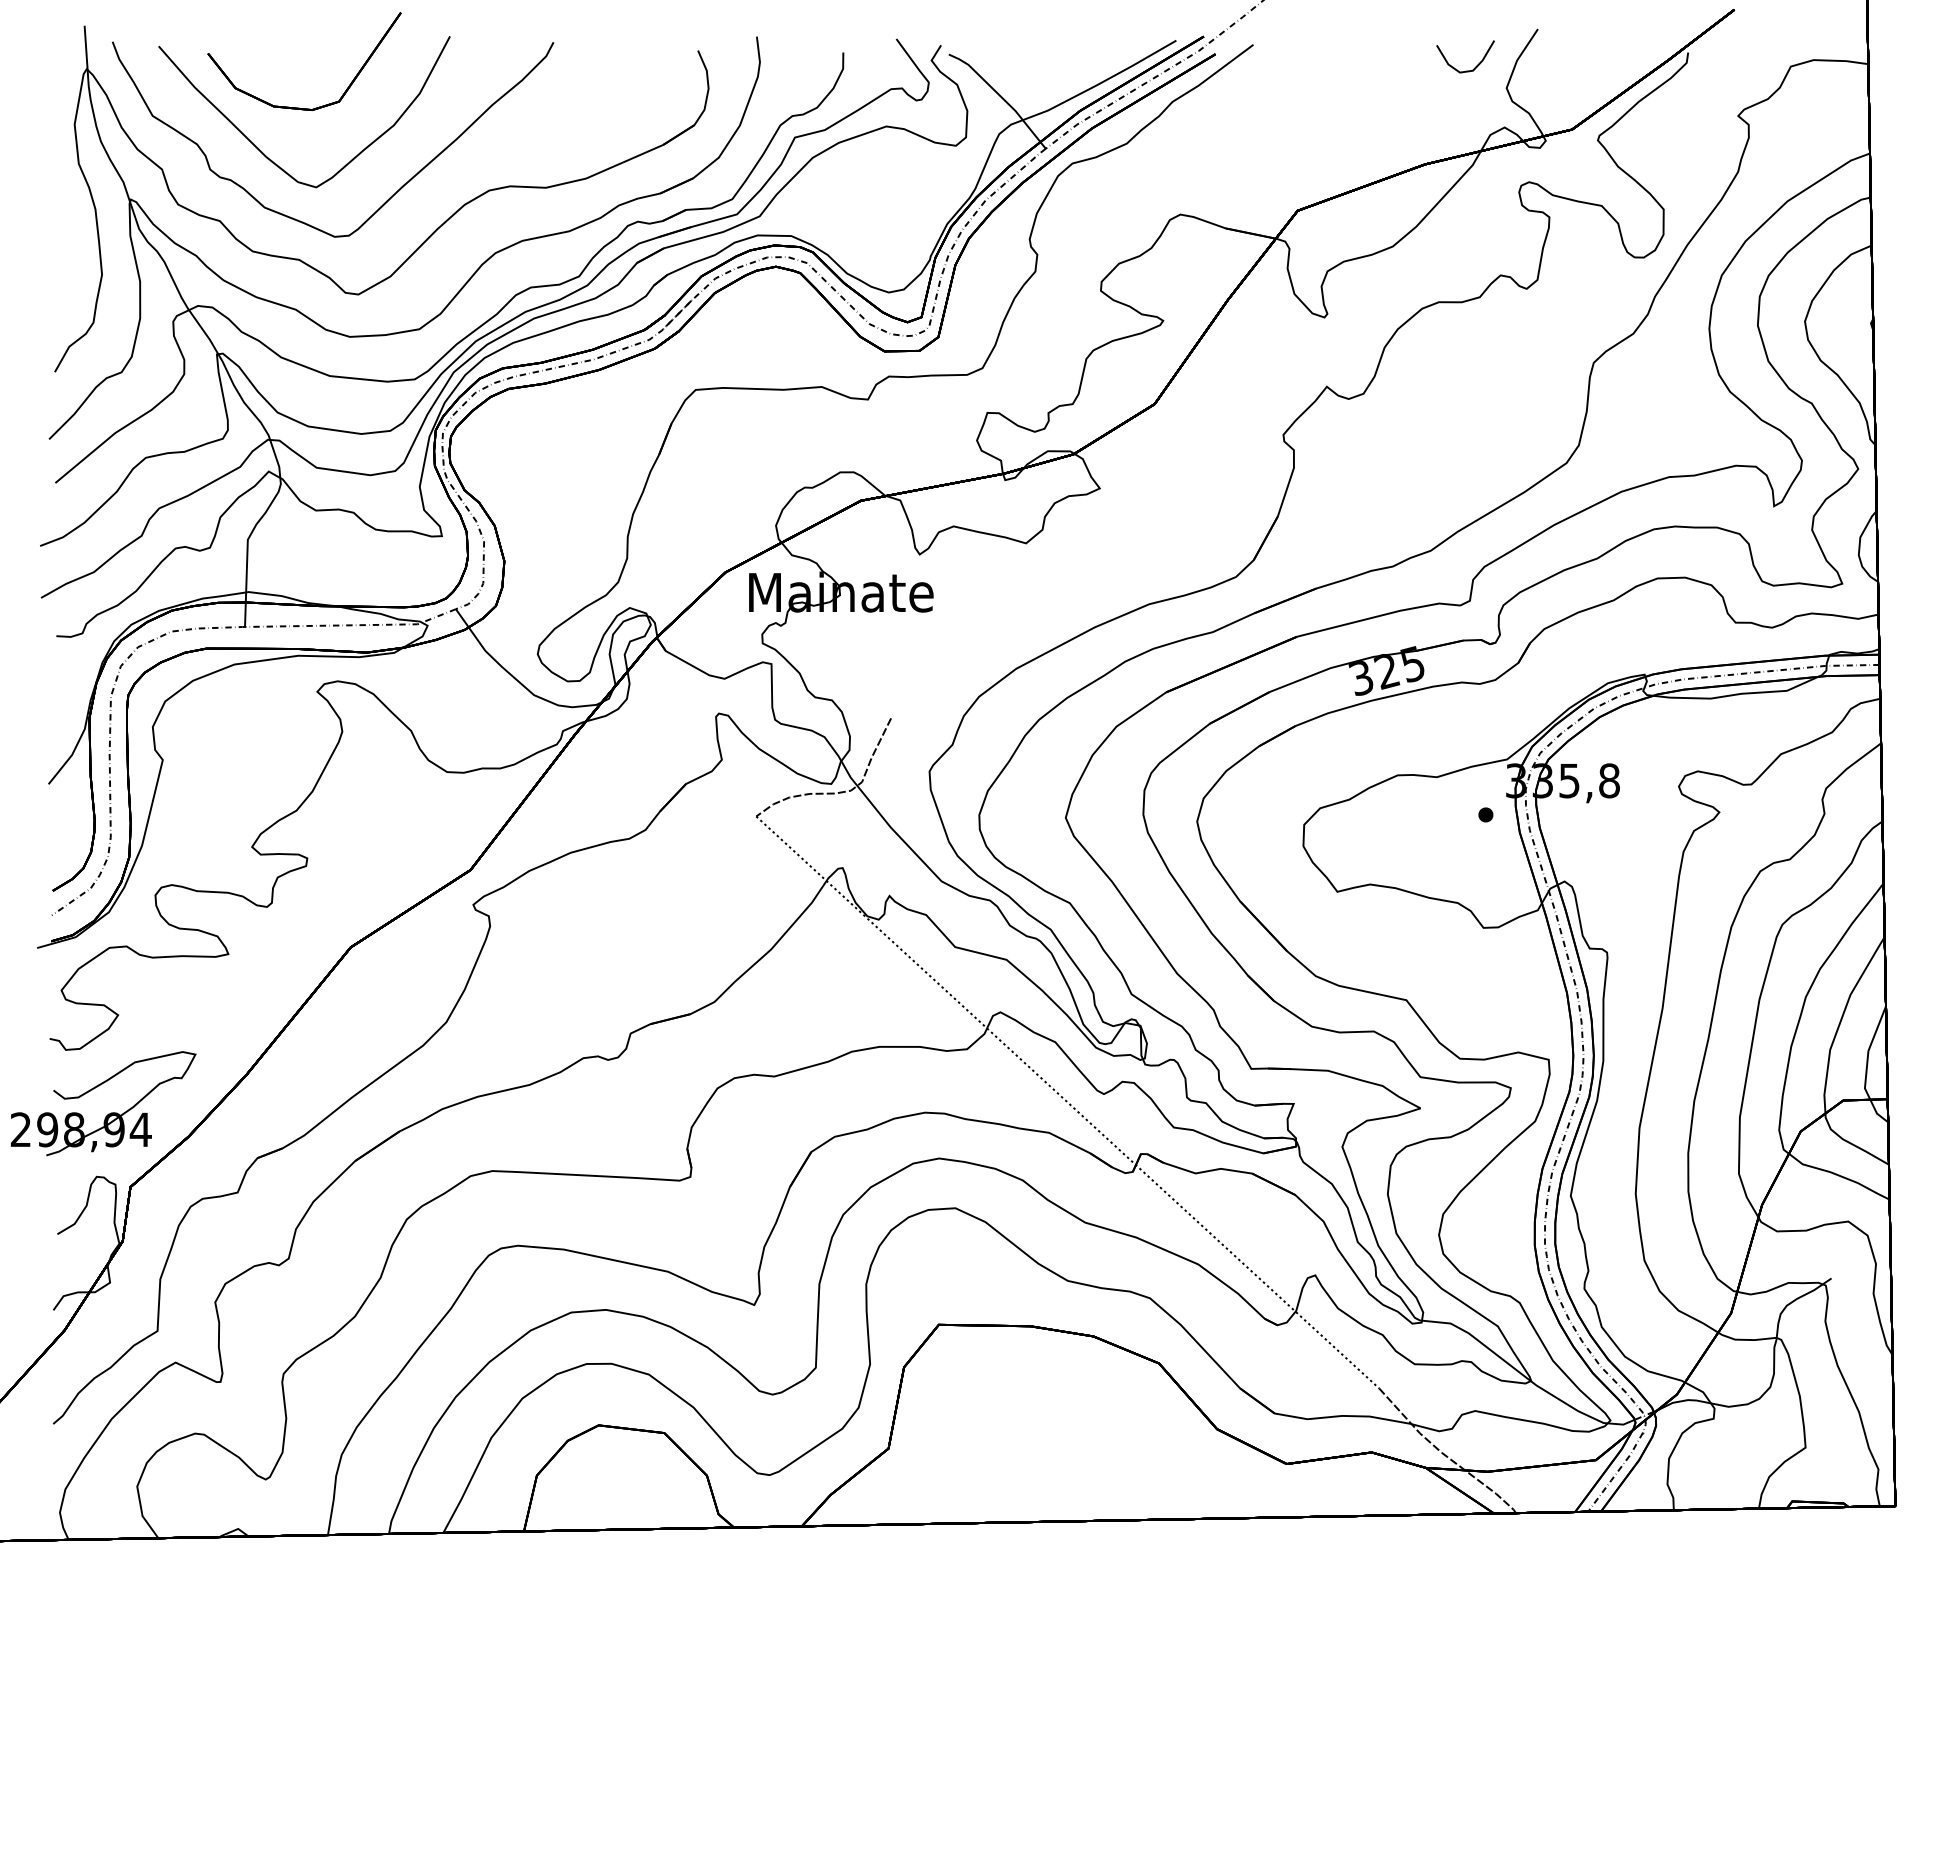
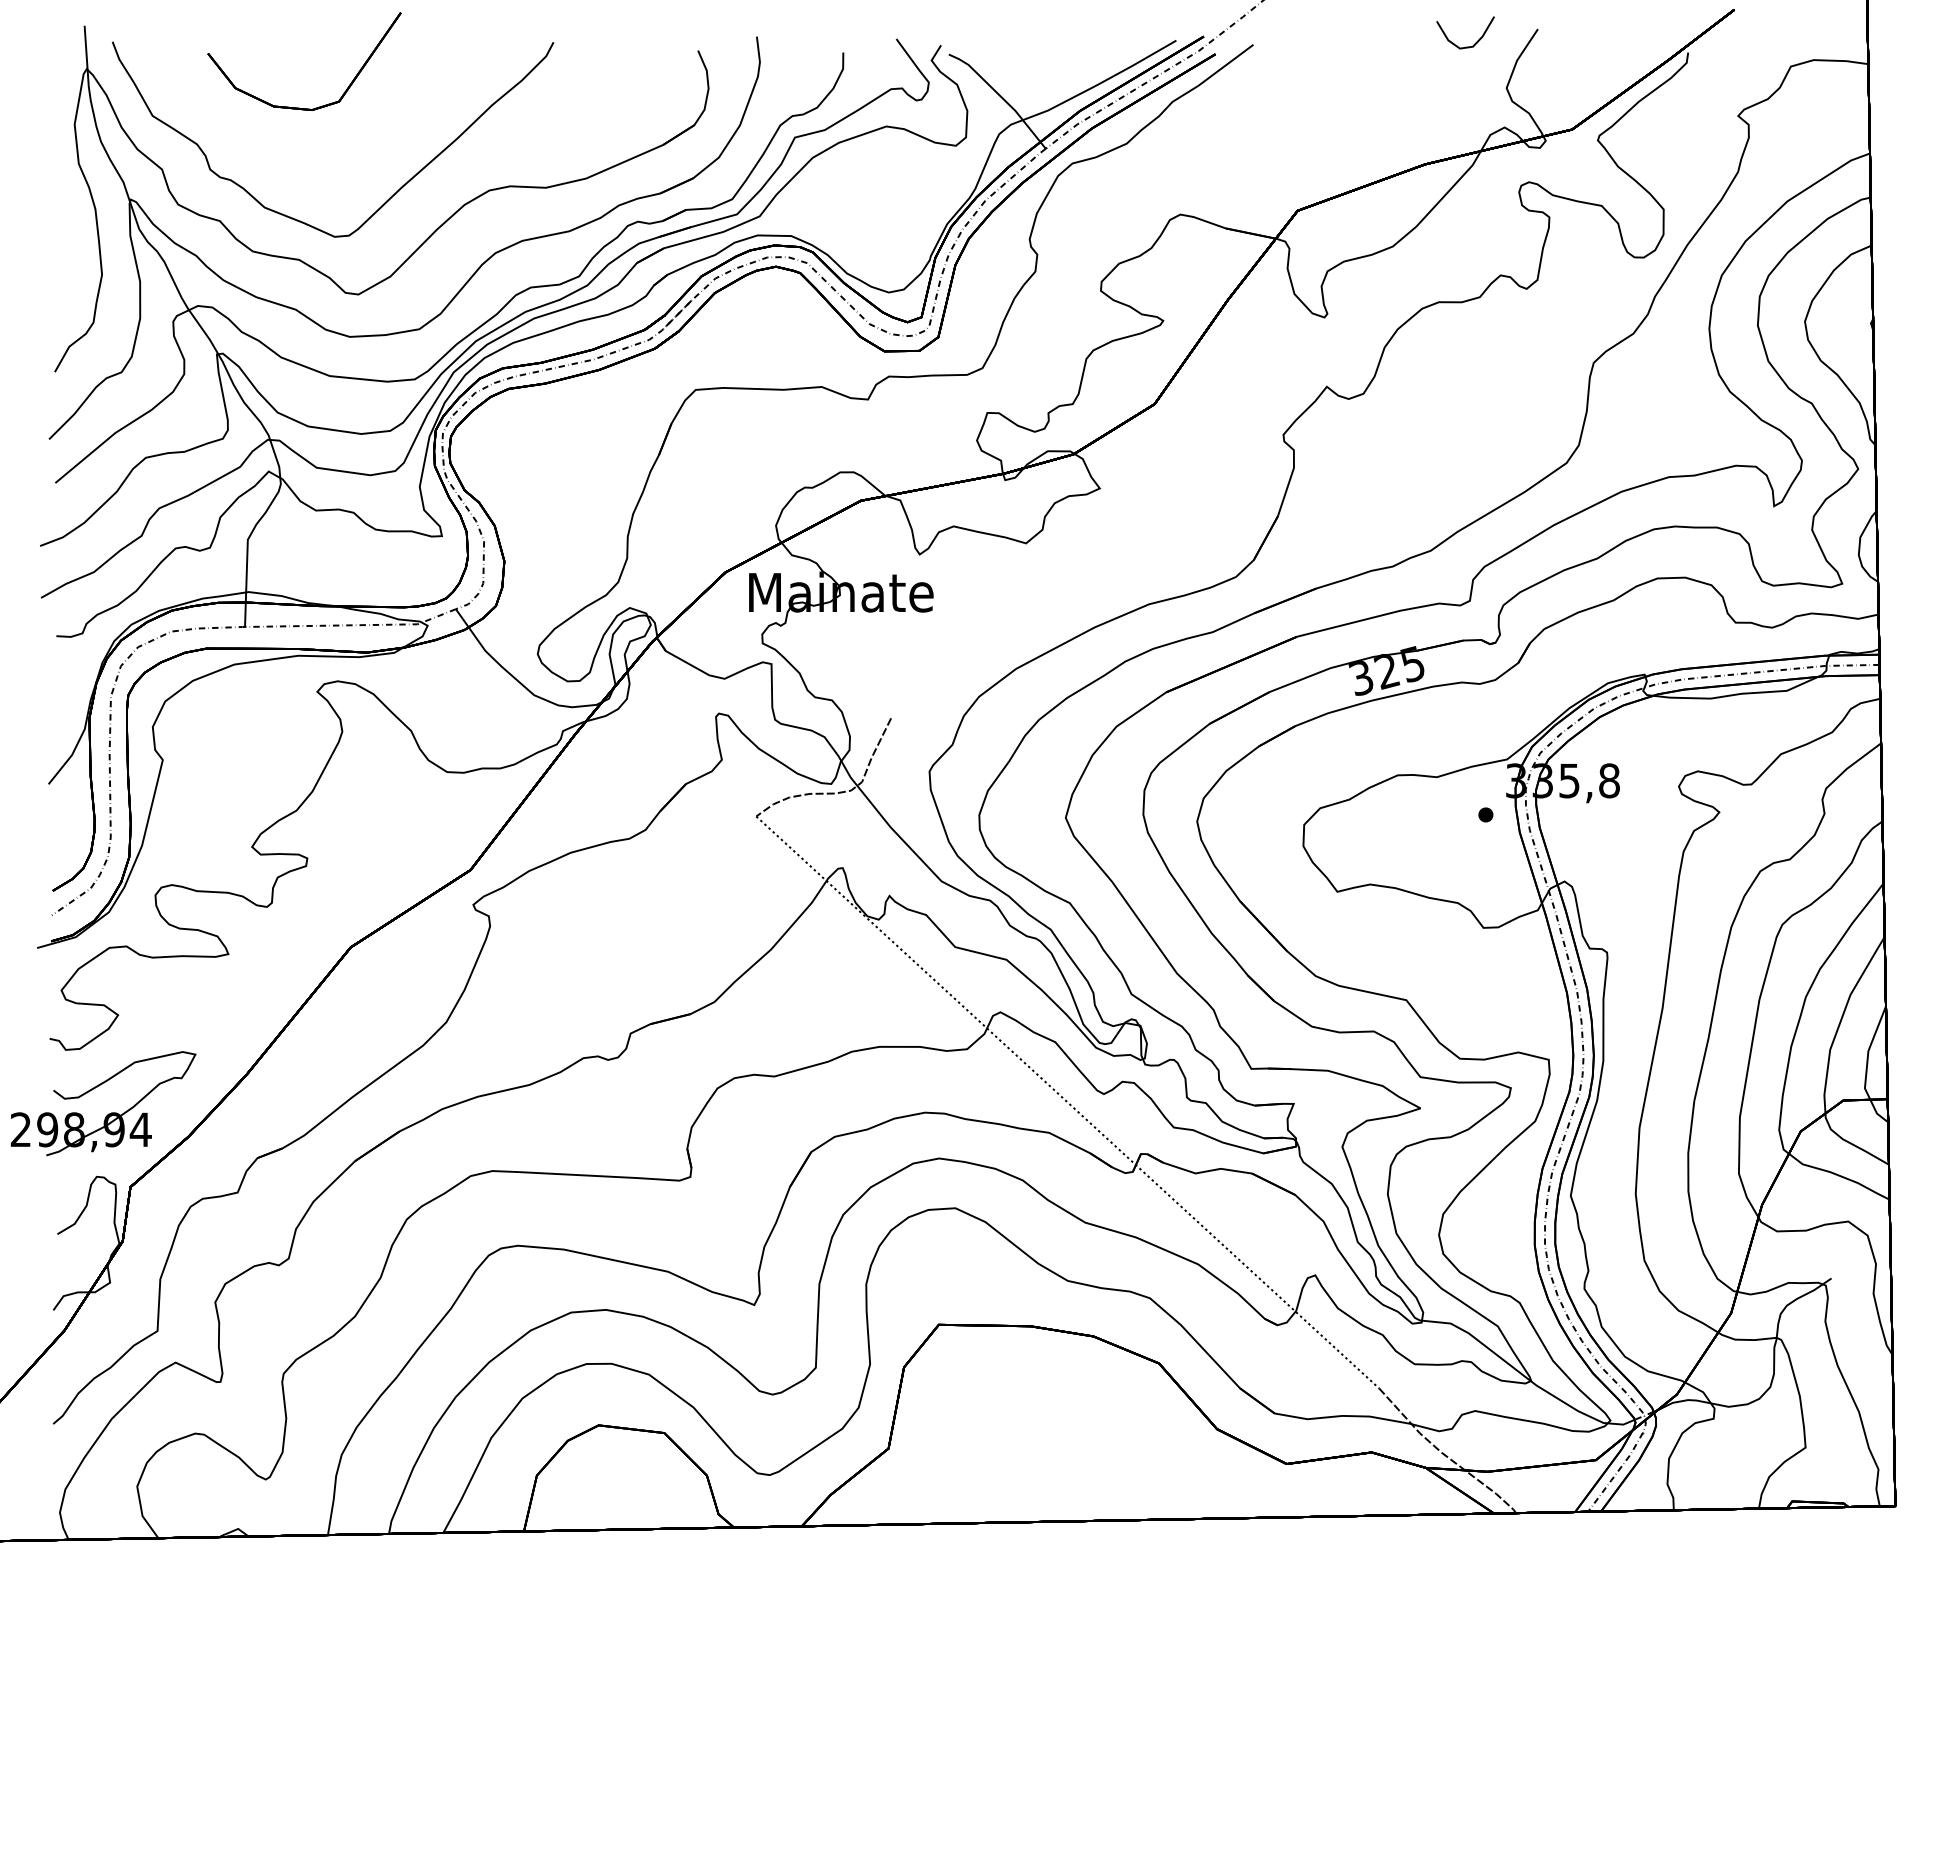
curve at (1465, 70) position: (1465, 70) -> (1465, 46)
curve at (263, 152): present -> none
